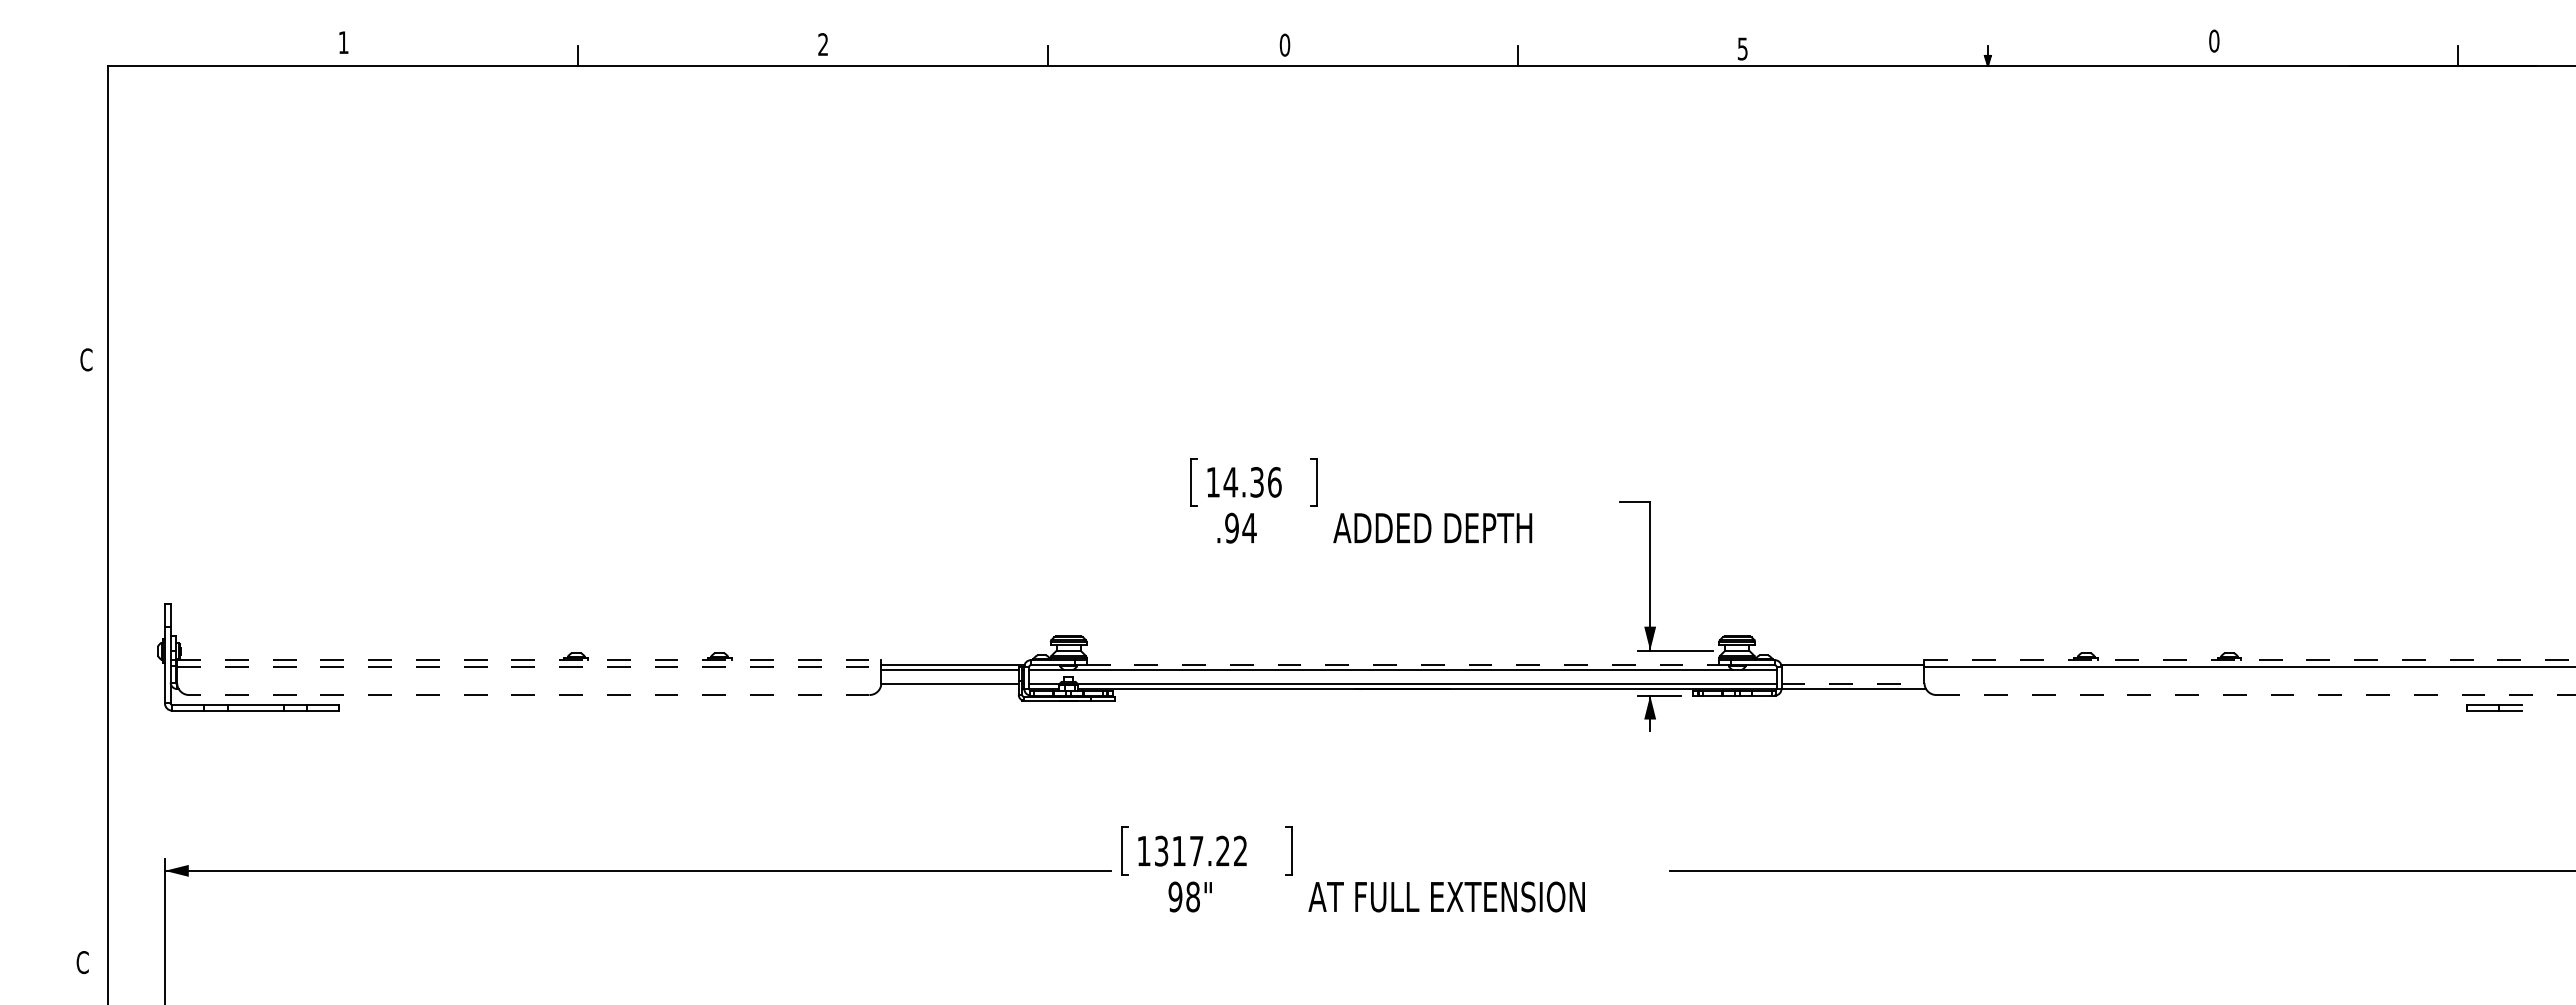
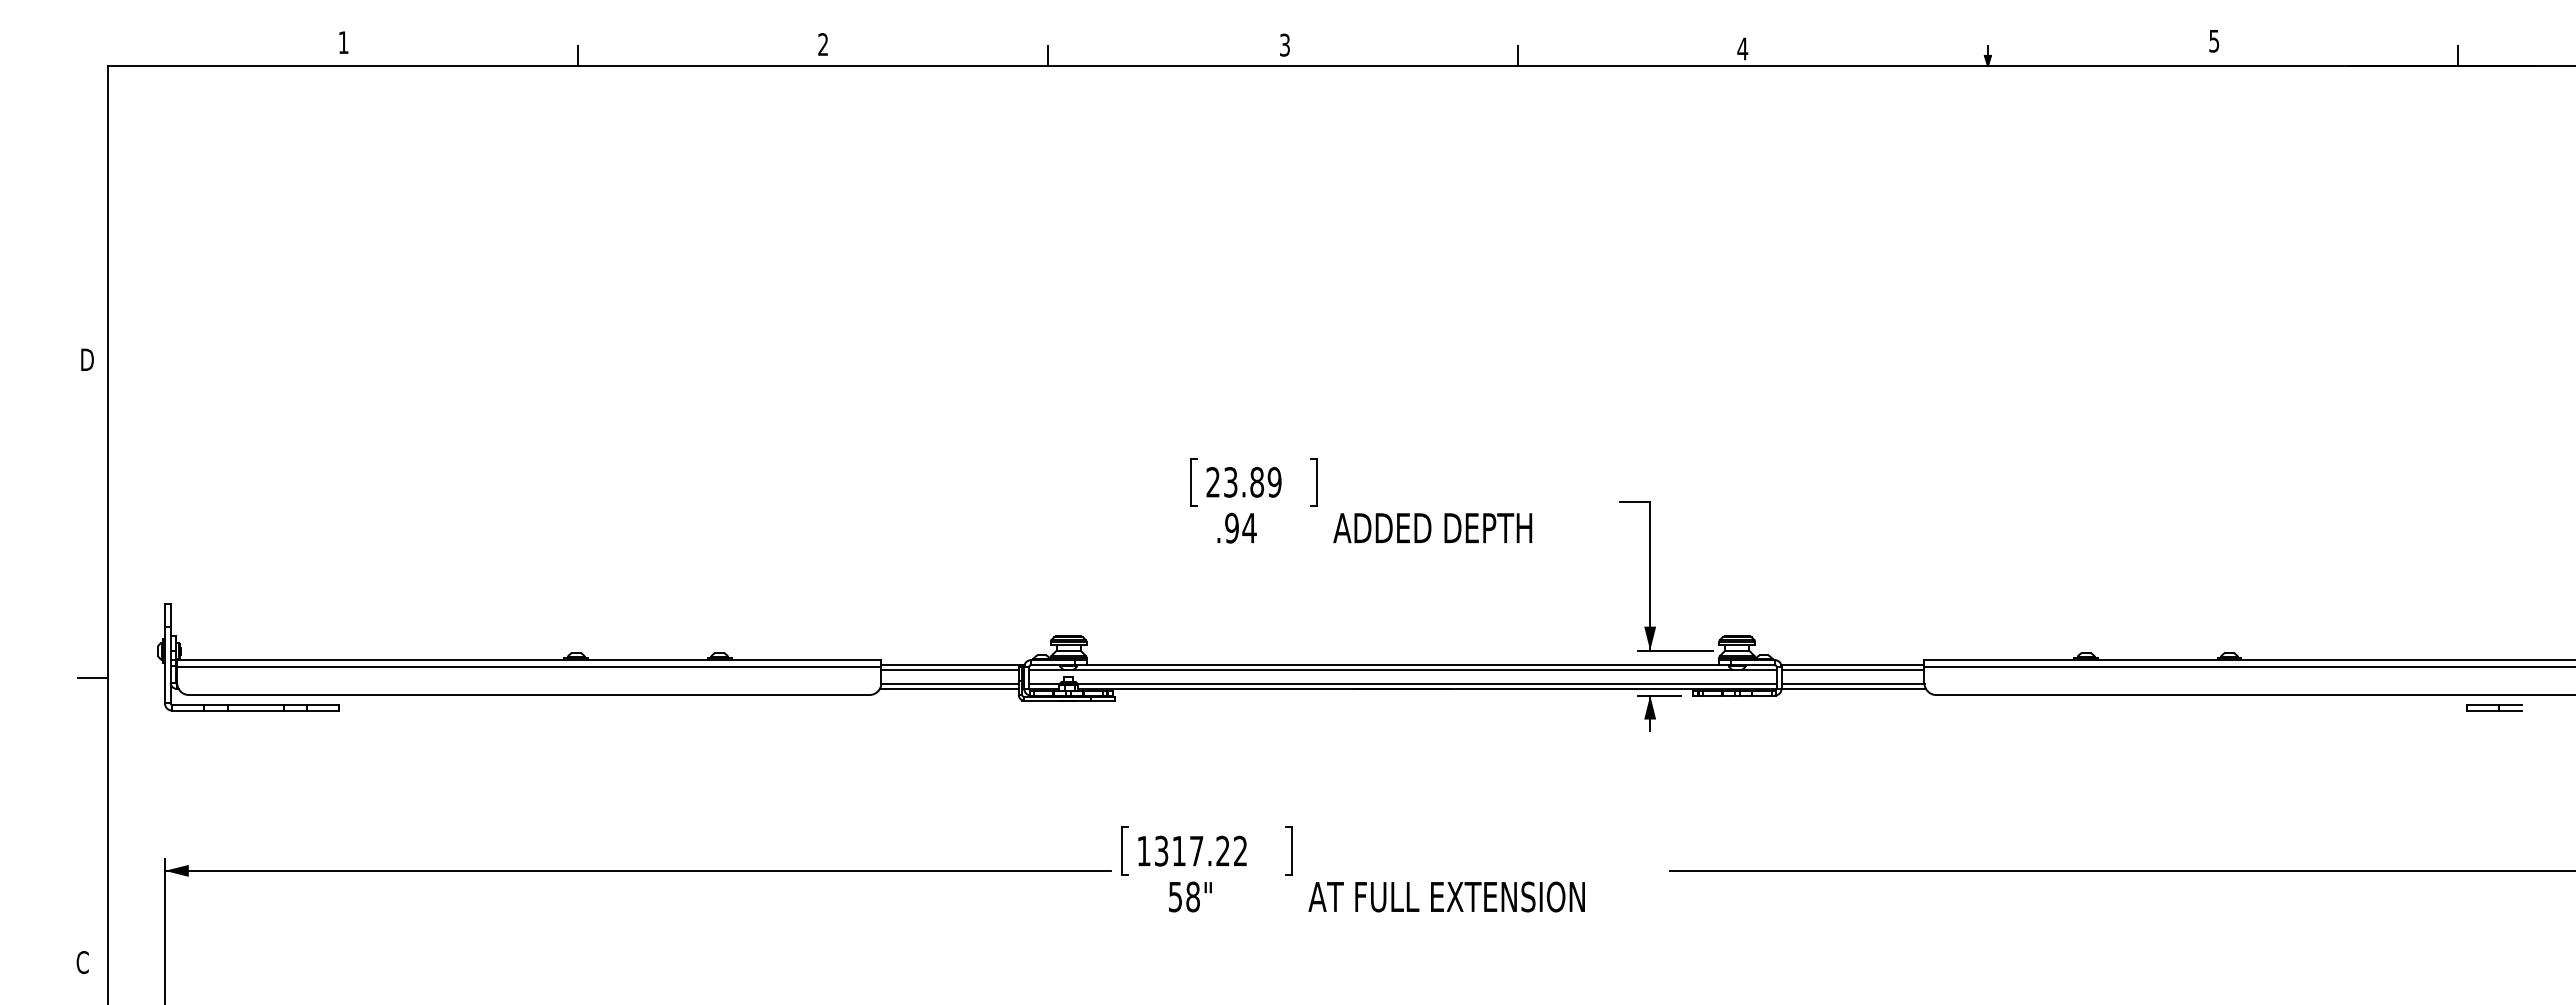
text at (2214, 40): 0 -> 5
text at (1284, 44): 0 -> 3
text at (1742, 48): 5 -> 4
text at (86, 359): C -> D
text at (1243, 482): 14.36 -> 23.89
line at (529, 660): dashed -> solid
line at (2250, 660): dashed -> solid
line at (1403, 665): dashed -> solid
line at (529, 666): dashed -> solid
line at (1852, 669): none -> present
line at (93, 677): none -> present
line at (1853, 684): dashed -> solid
line at (948, 689): none -> present
line at (528, 695): dashed -> solid
line at (2256, 695): dashed -> solid
text at (1175, 896): 98" -> 58"
